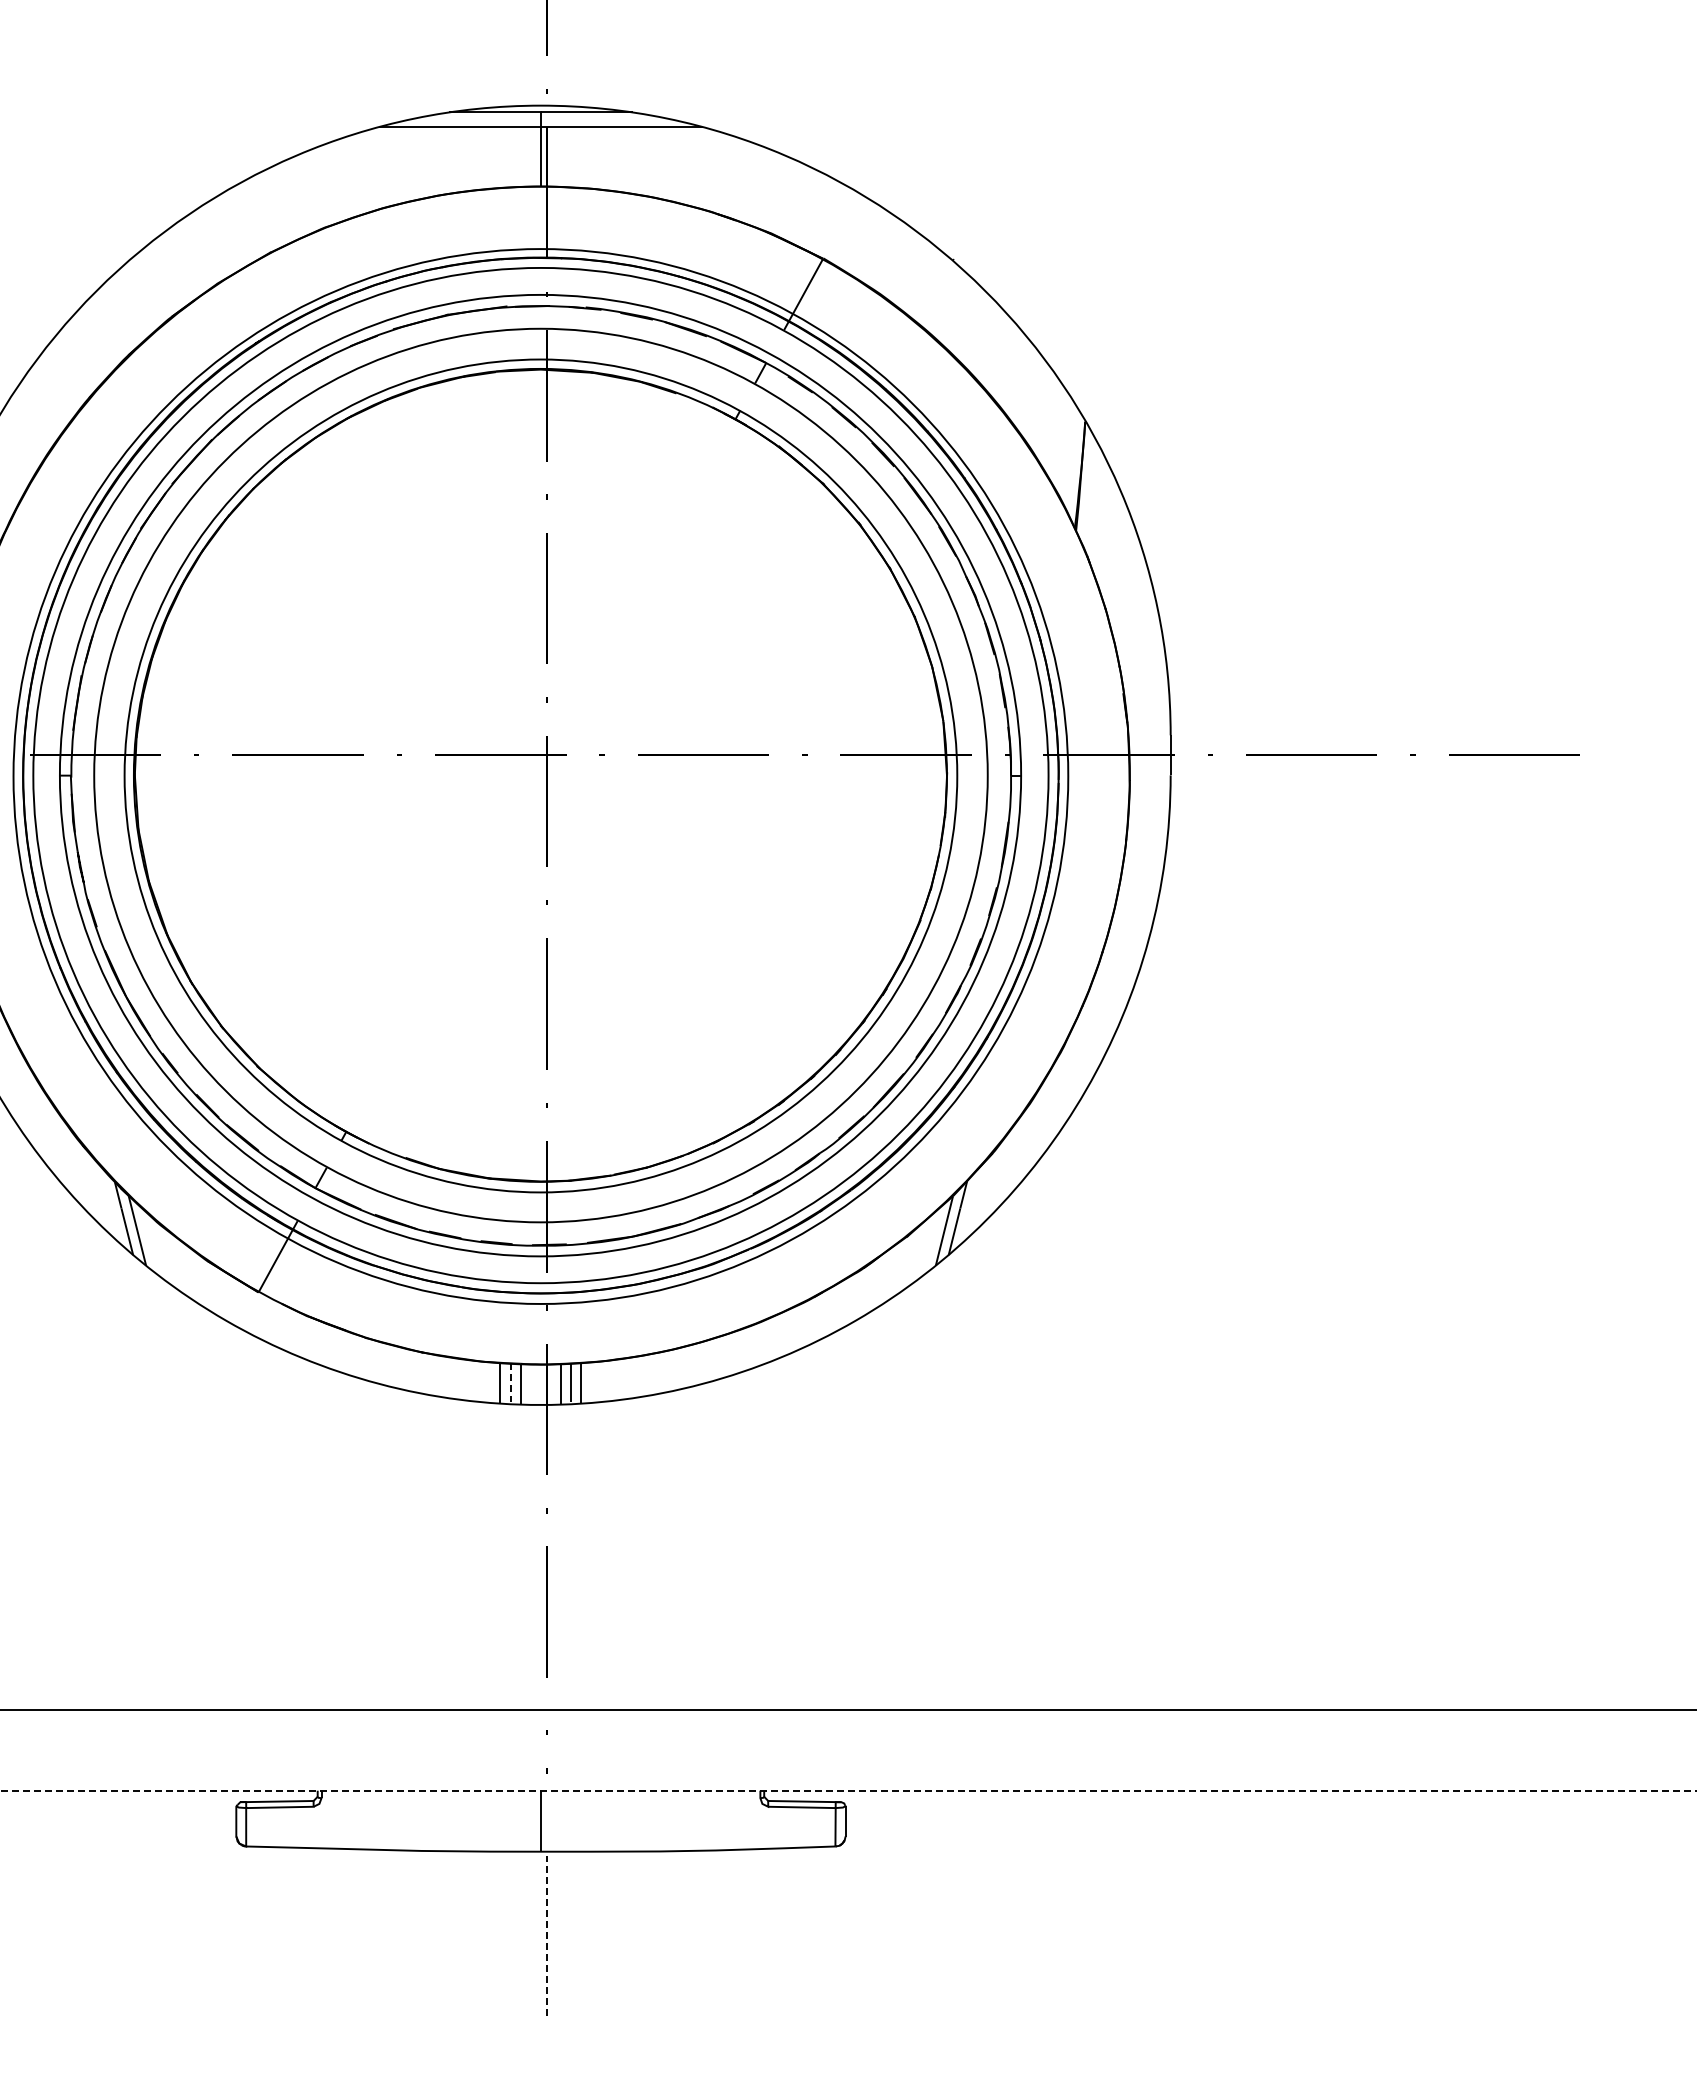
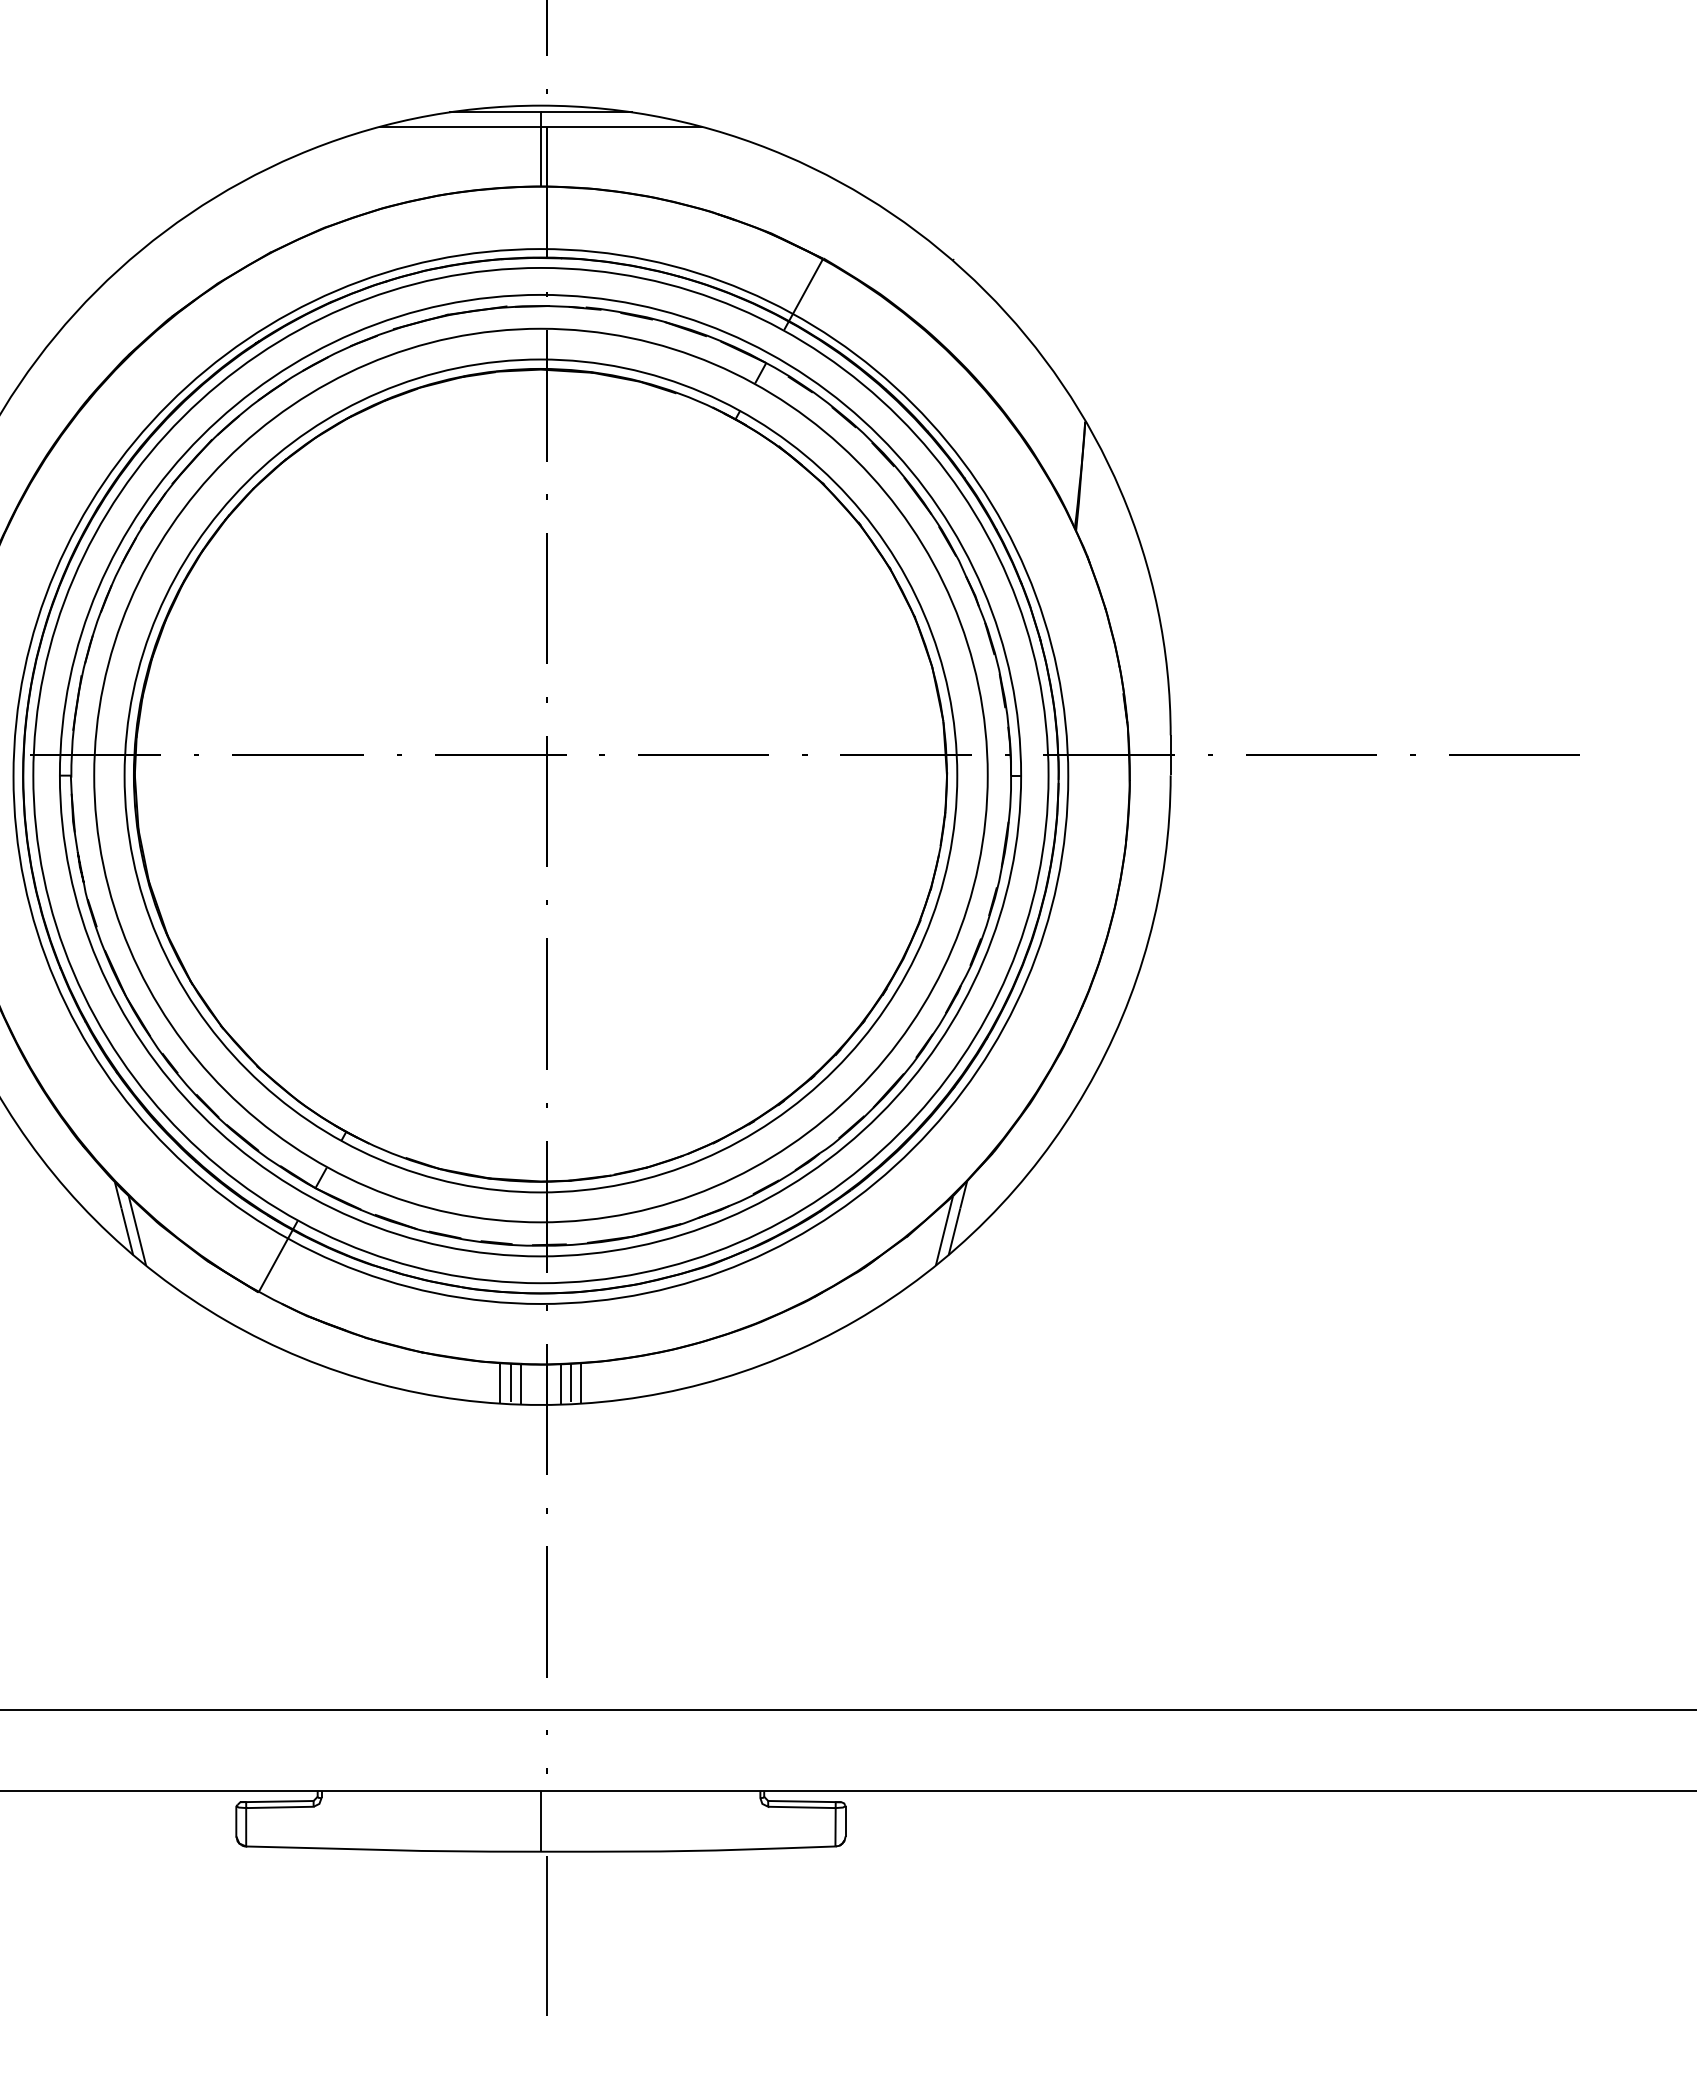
line at (510, 1383): dashed -> solid
line at (849, 1790): dashed -> solid
line at (546, 1935): dashed -> solid
